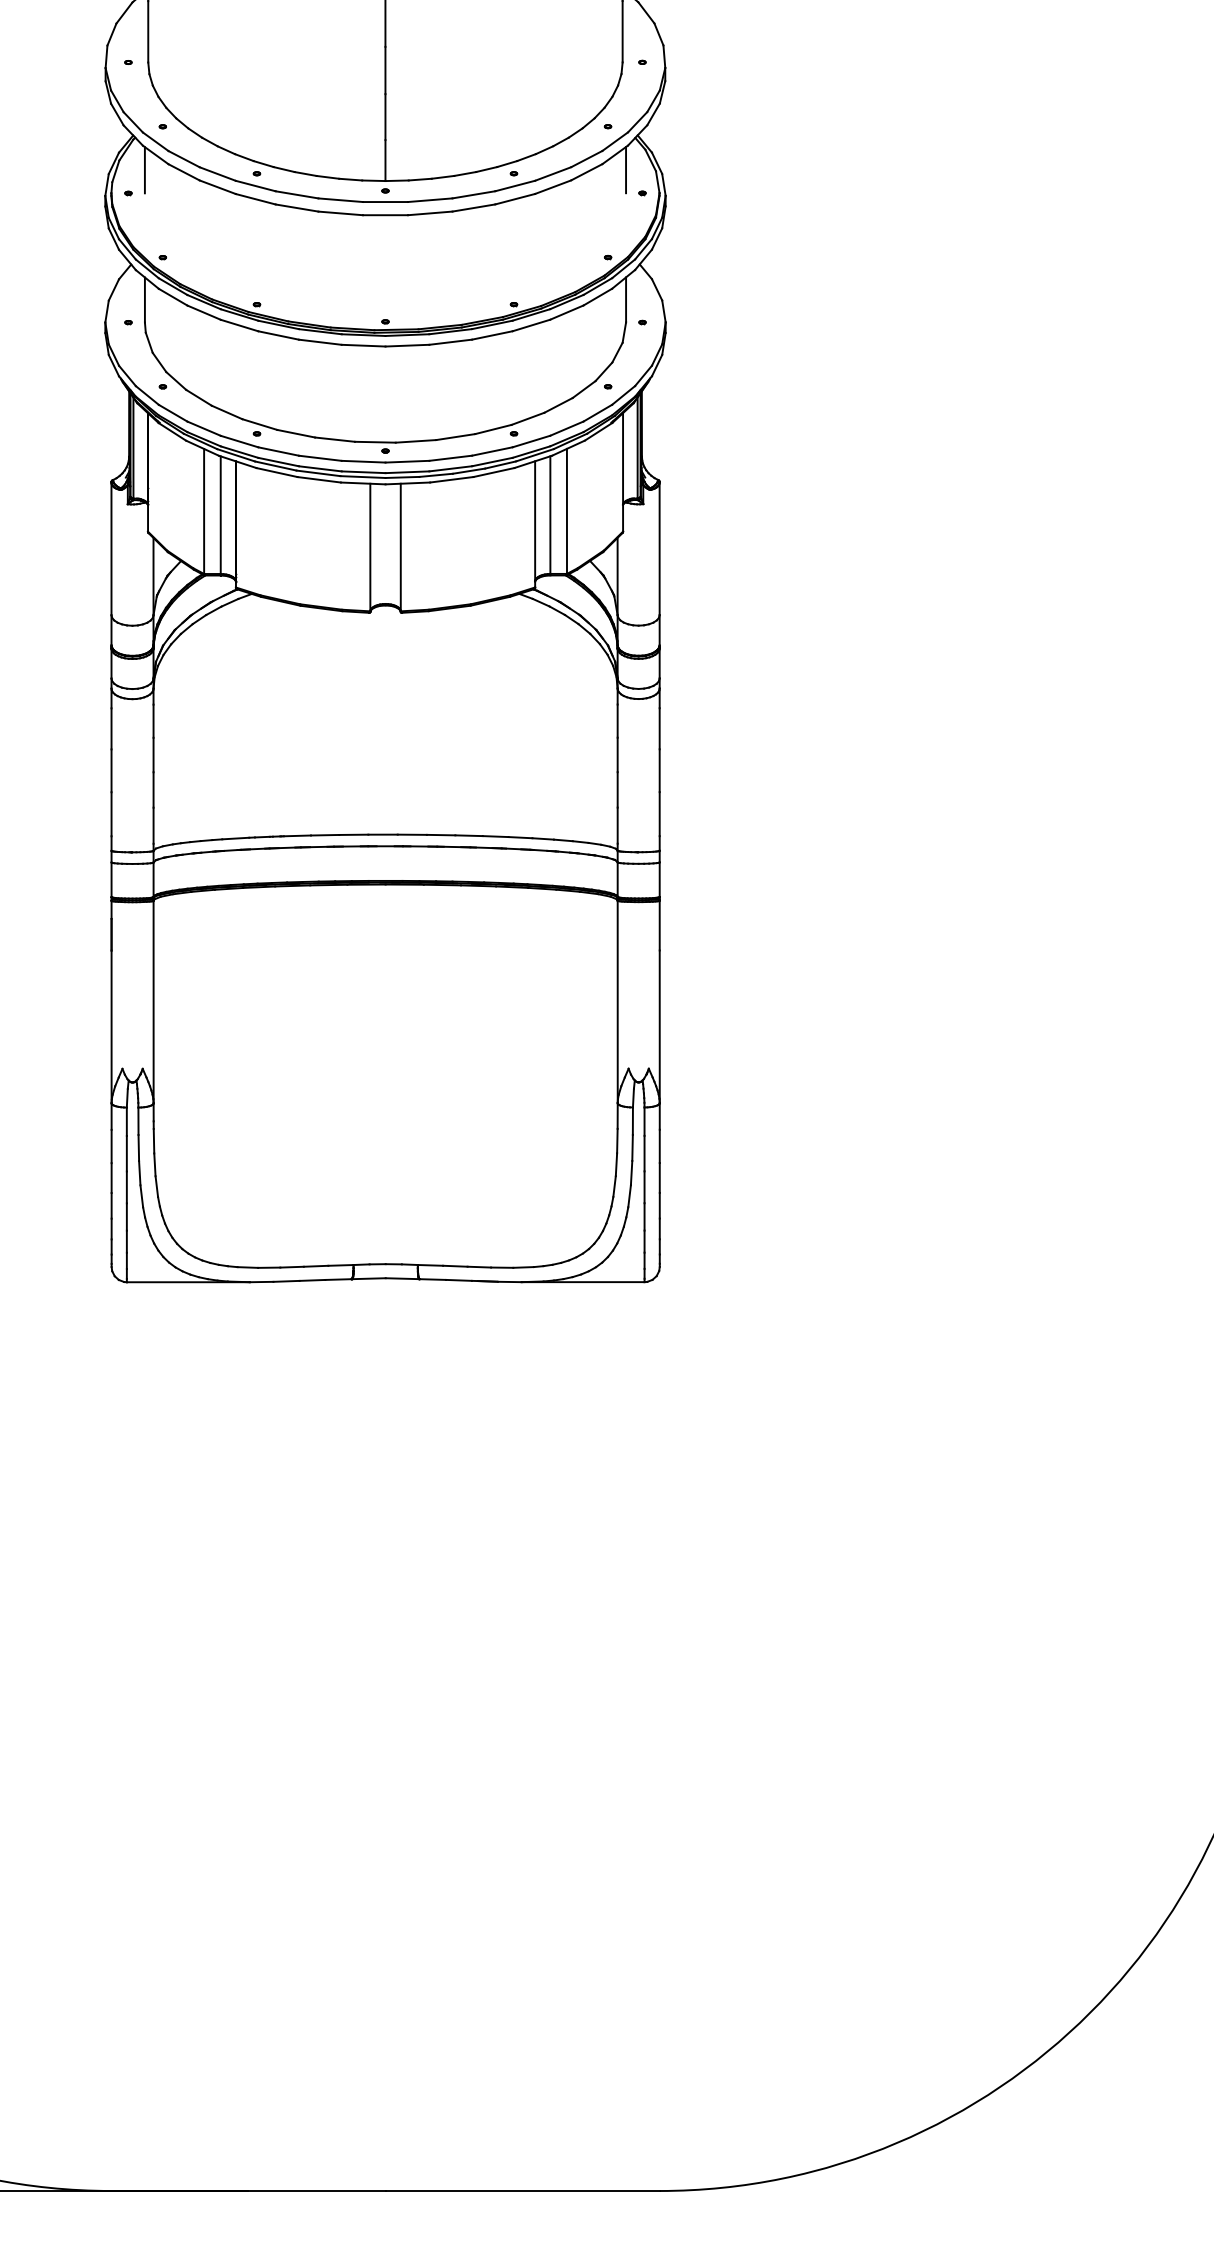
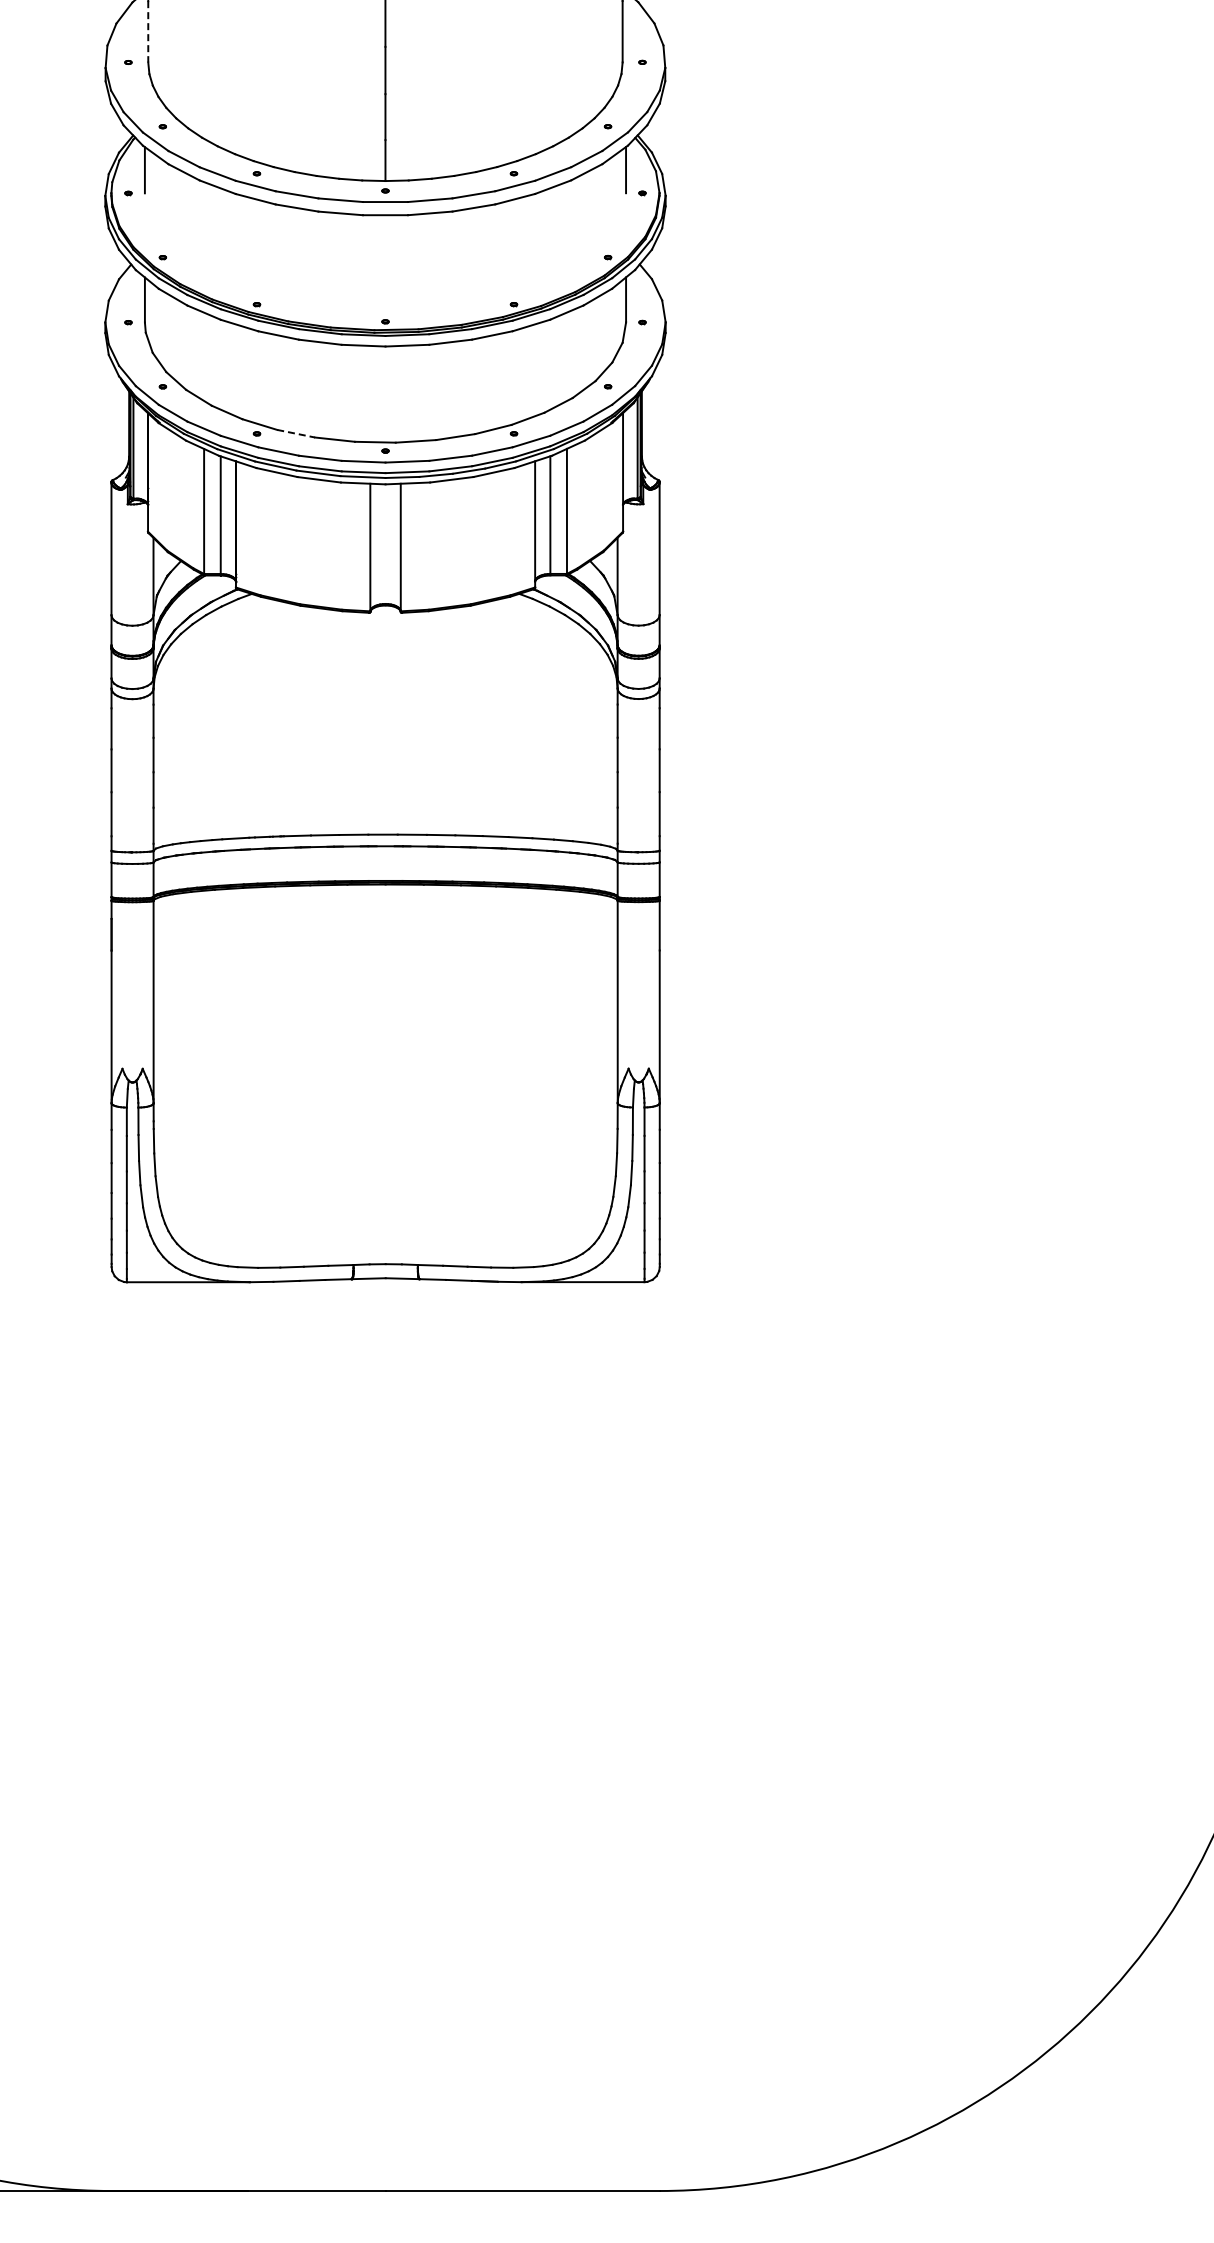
line at (148, 31): solid -> dashed
line at (296, 433): solid -> dashed
